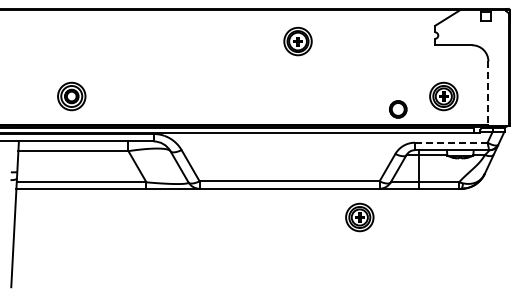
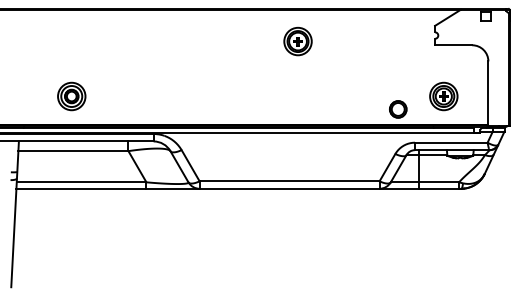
line at (488, 94): dashed -> solid
line at (450, 142): dashed -> solid
part at (359, 217): present -> none
